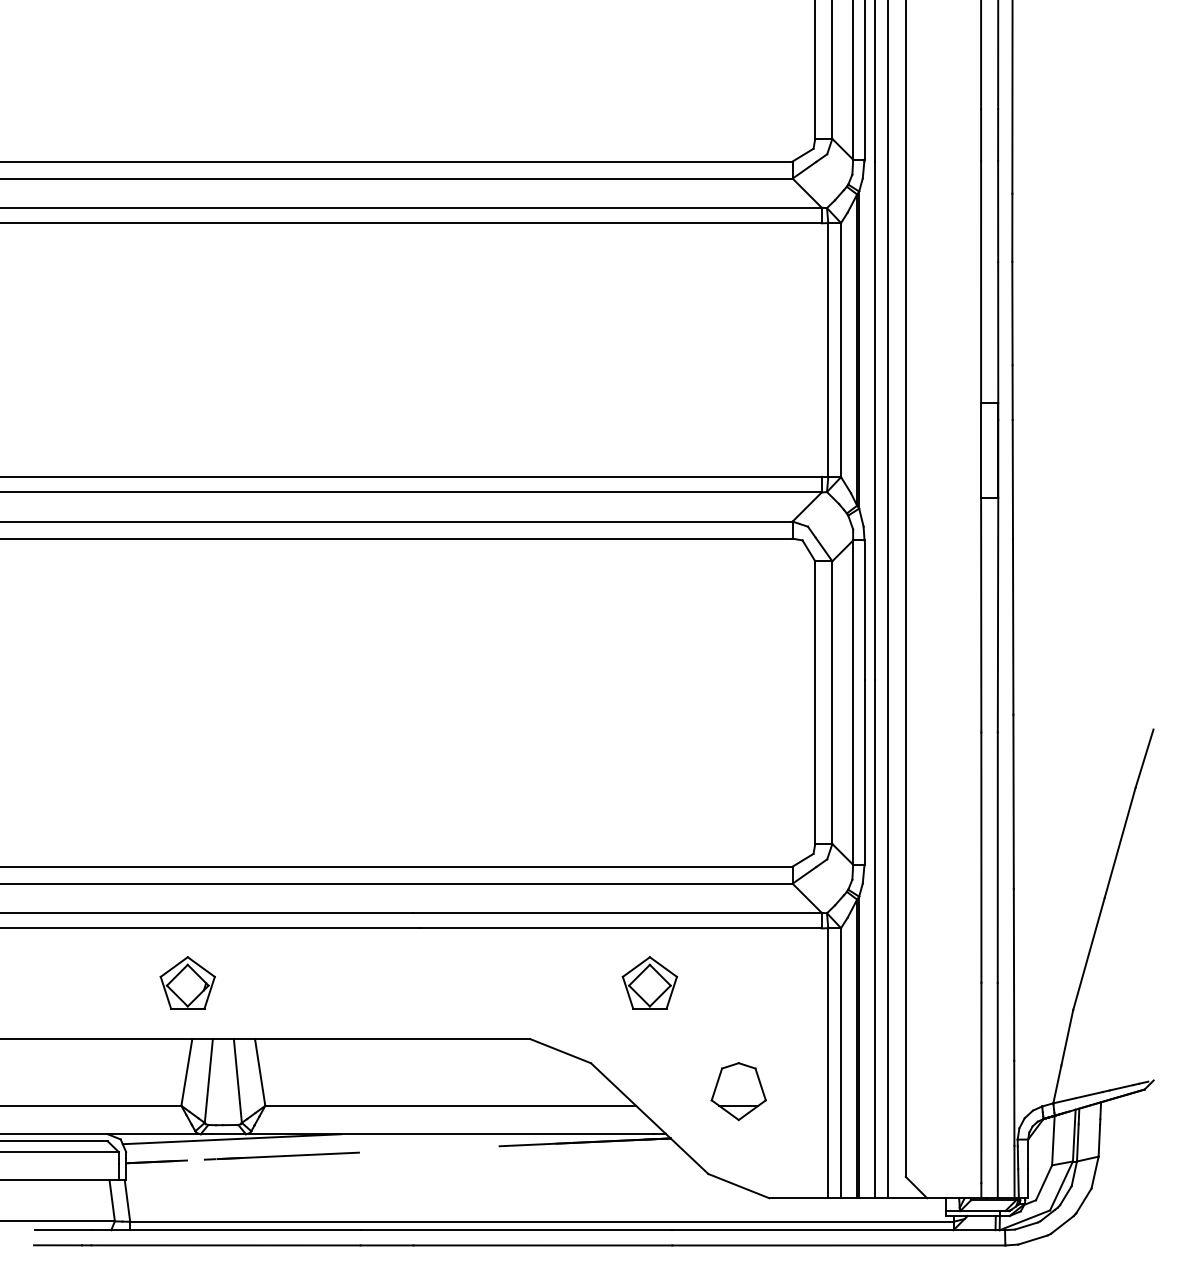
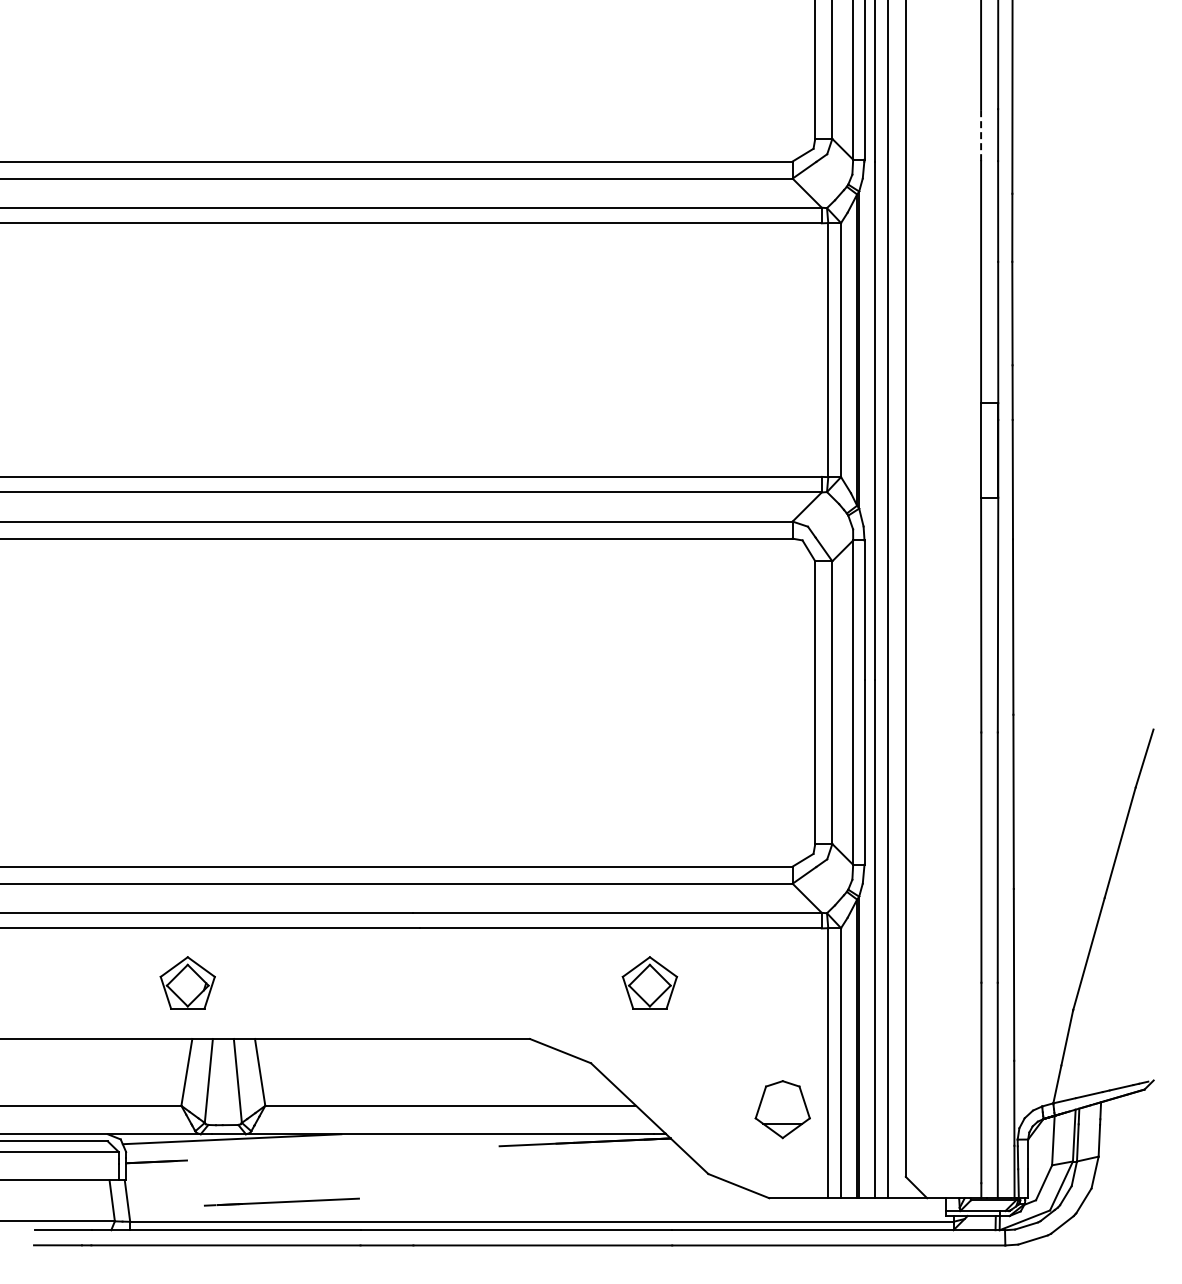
line at (981, 135): solid -> dashed
part at (738, 1091) position: (738, 1091) -> (782, 1109)
line at (281, 1155) position: (281, 1155) -> (281, 1201)
